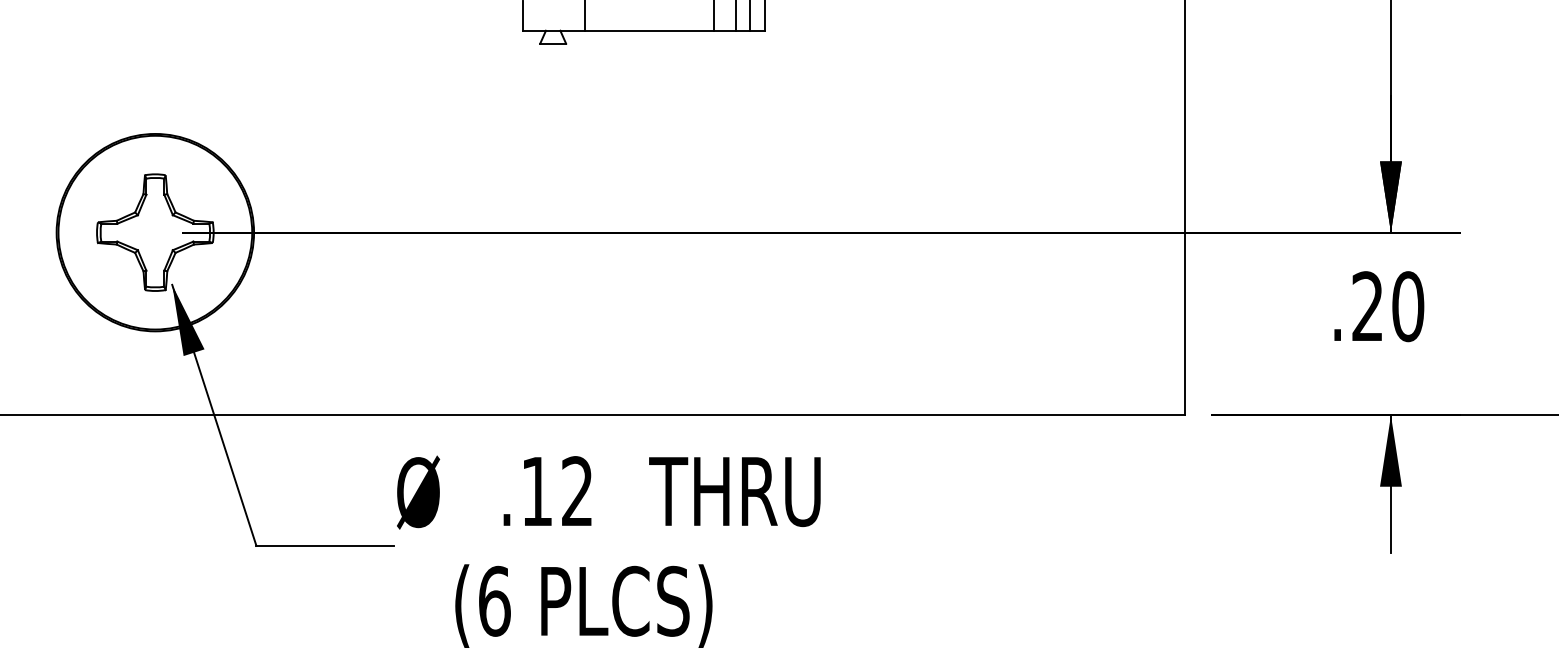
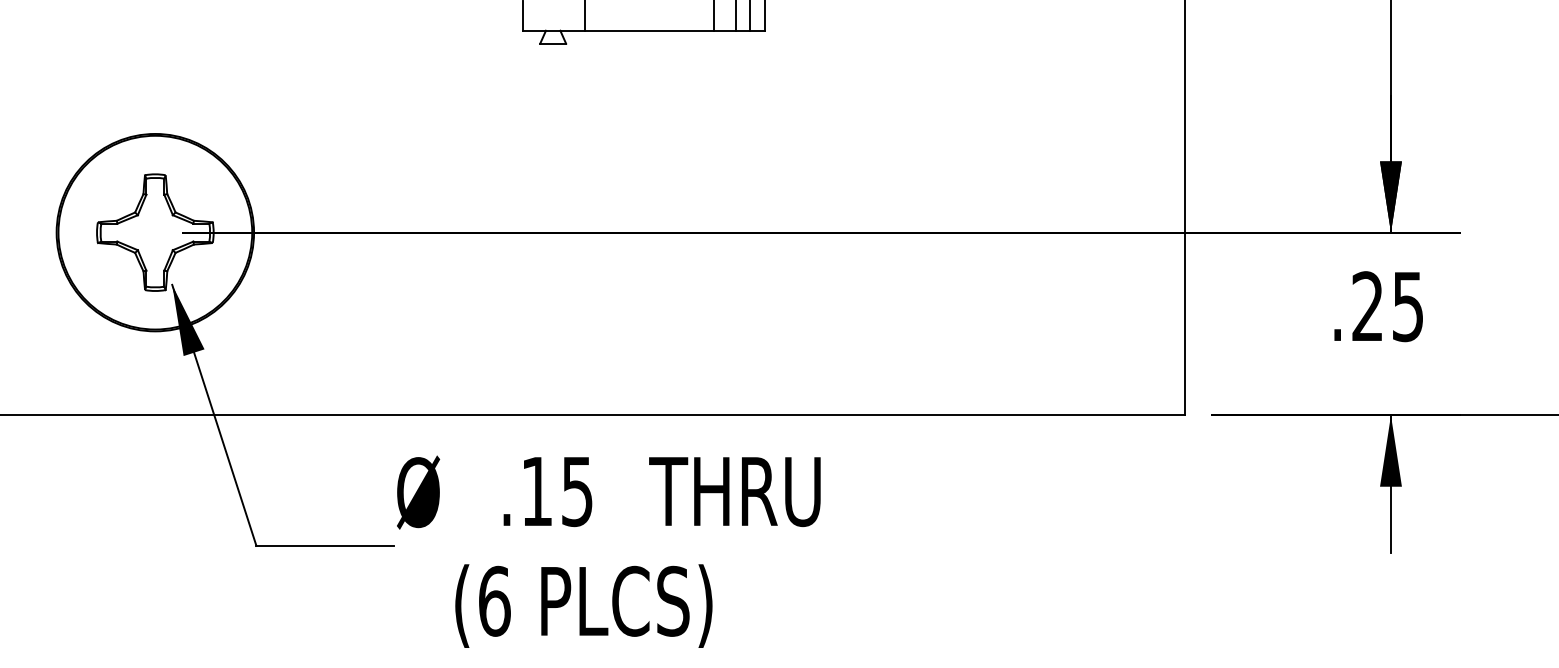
text at (1408, 306): .20 -> .25
text at (577, 491): .12 -> .15
